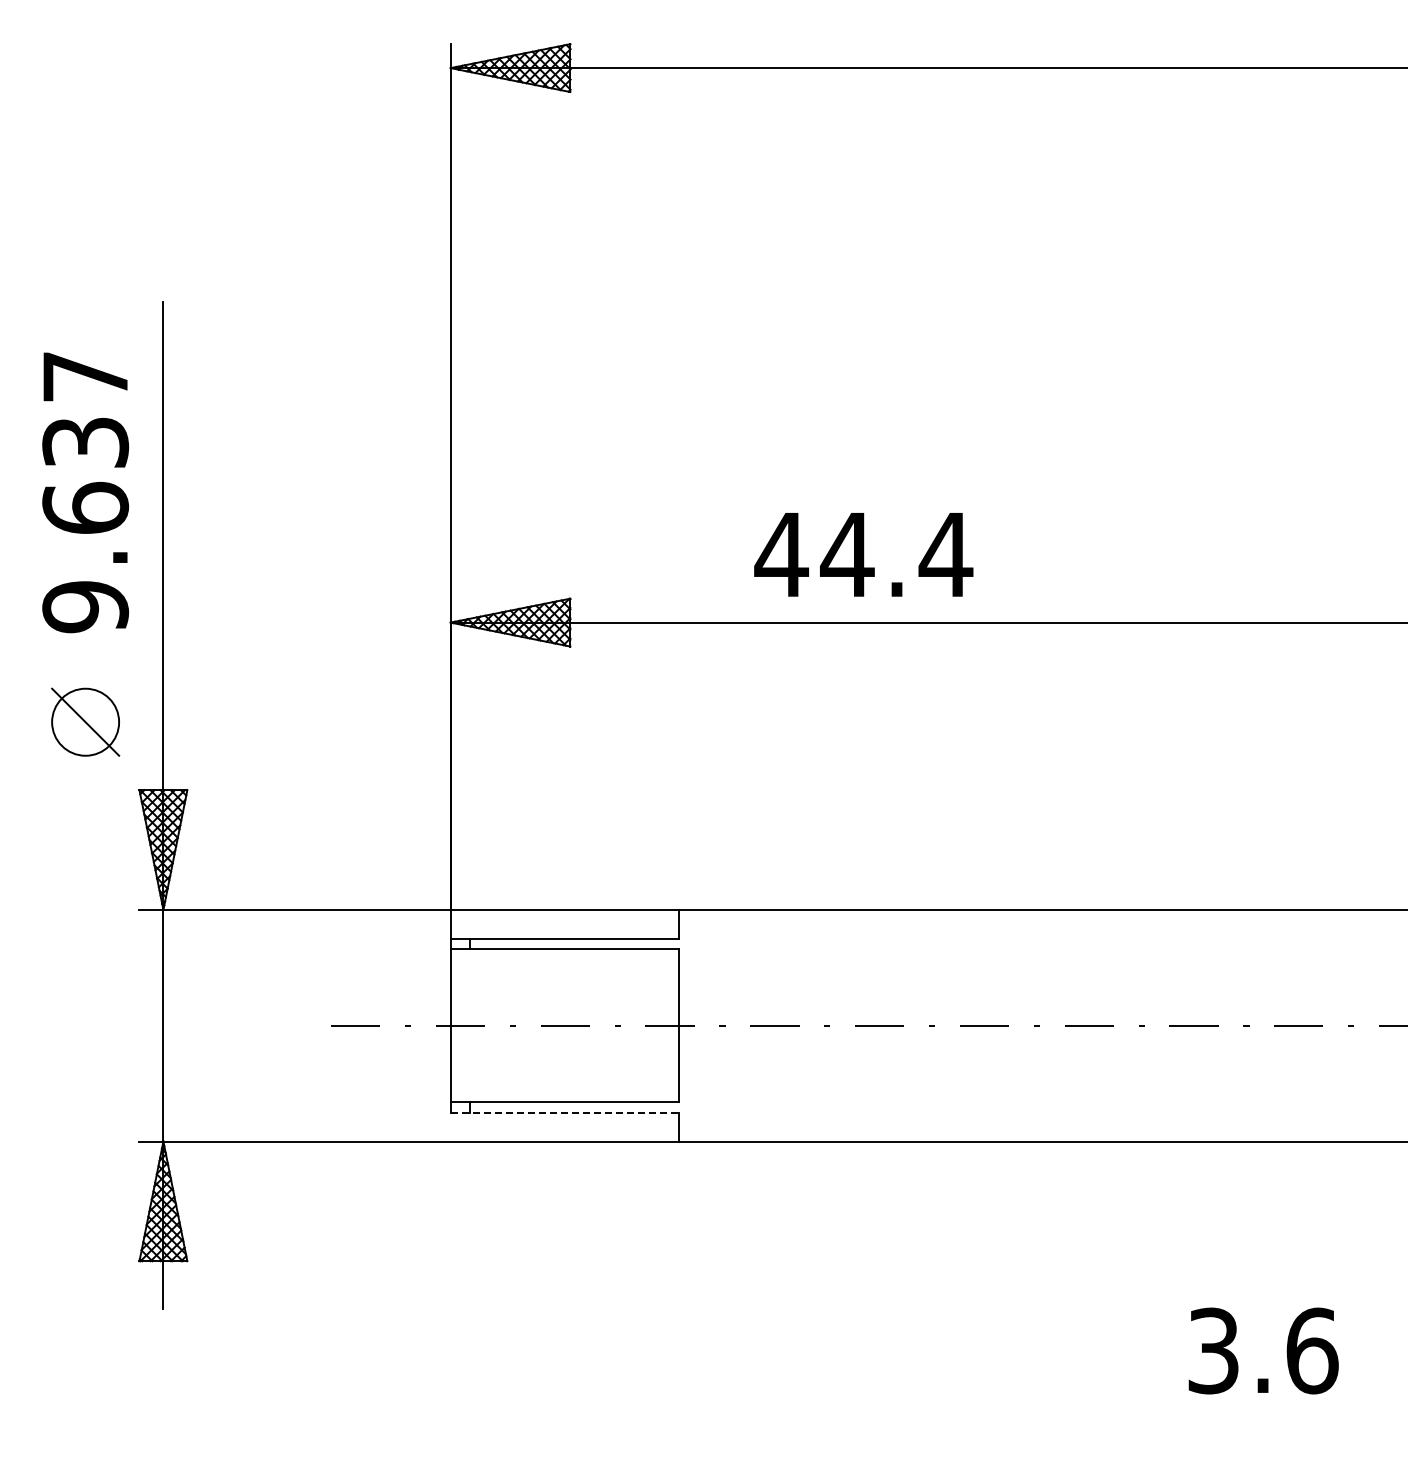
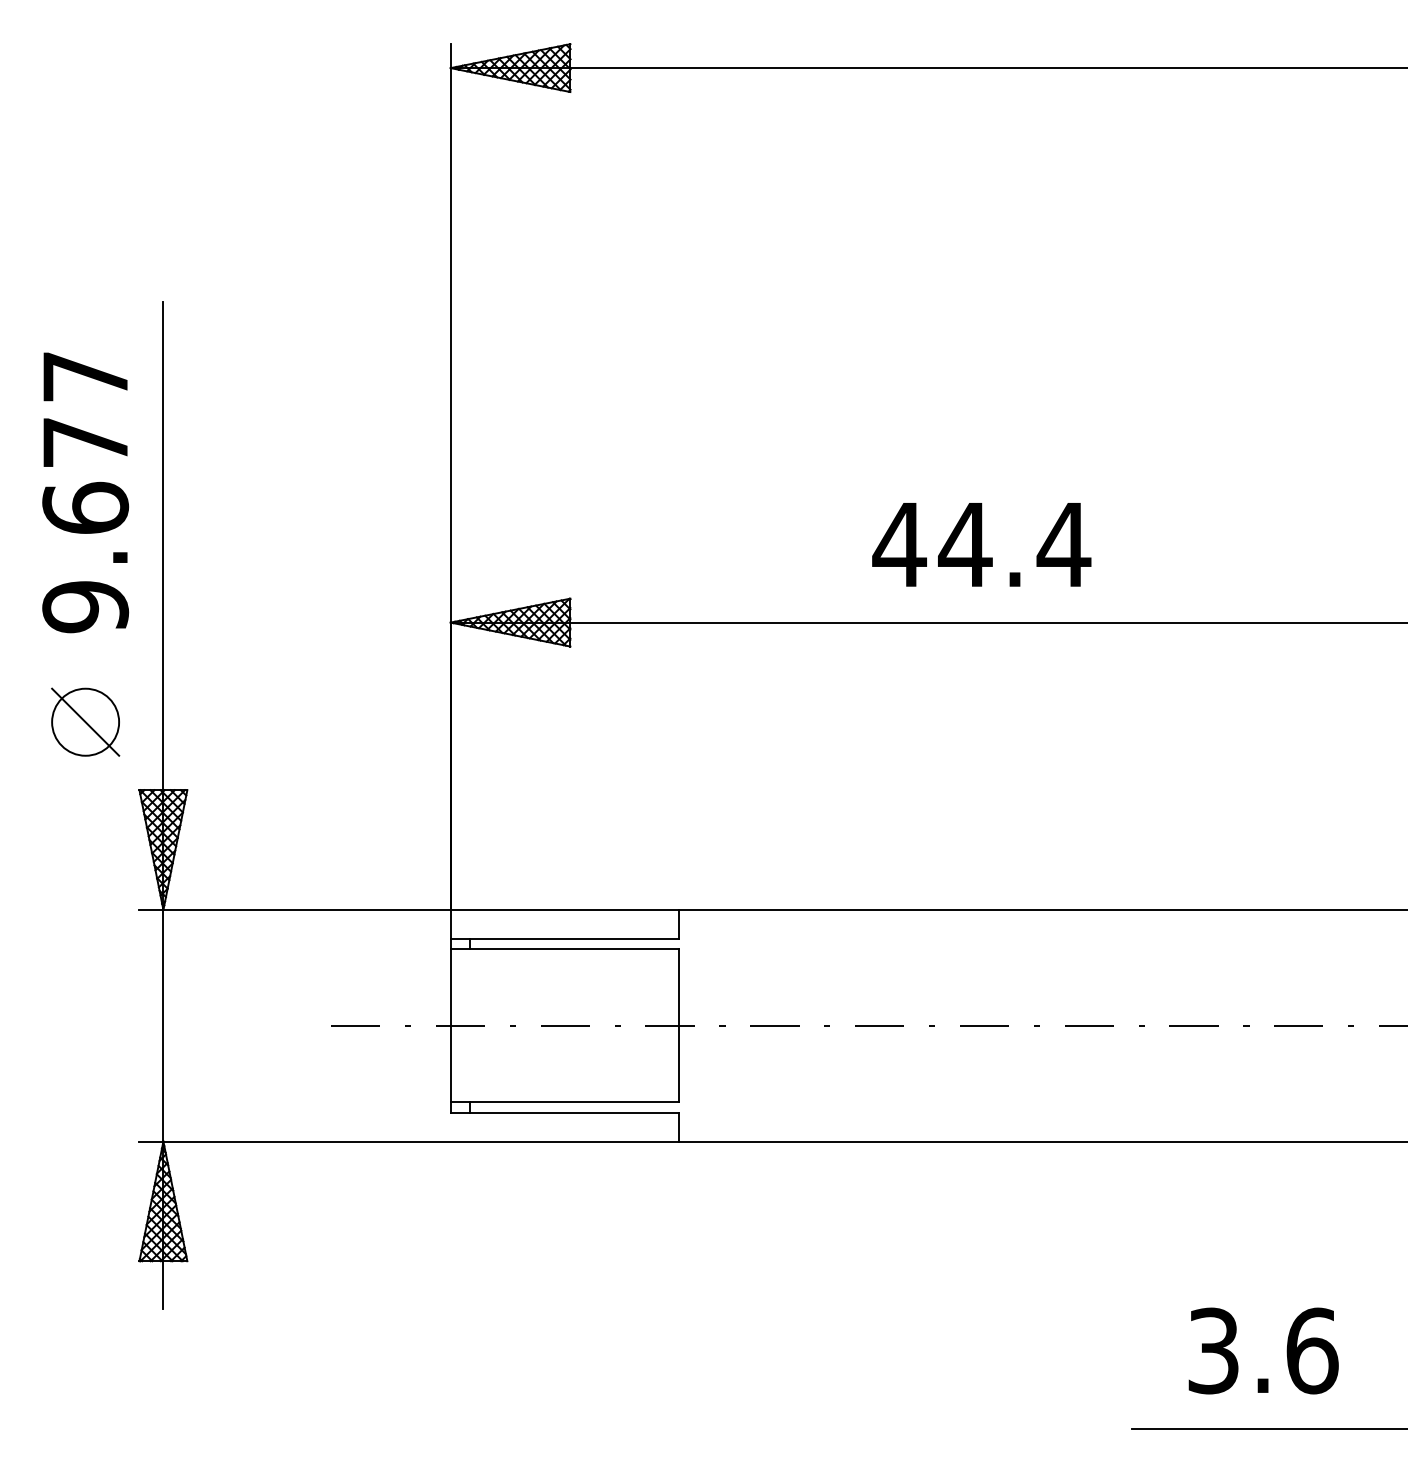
text at (85, 442): 9.637 -> 9.677
text at (863, 554) position: (863, 554) -> (981, 544)
line at (565, 1112): dashed -> solid
line at (1268, 1428): none -> present
